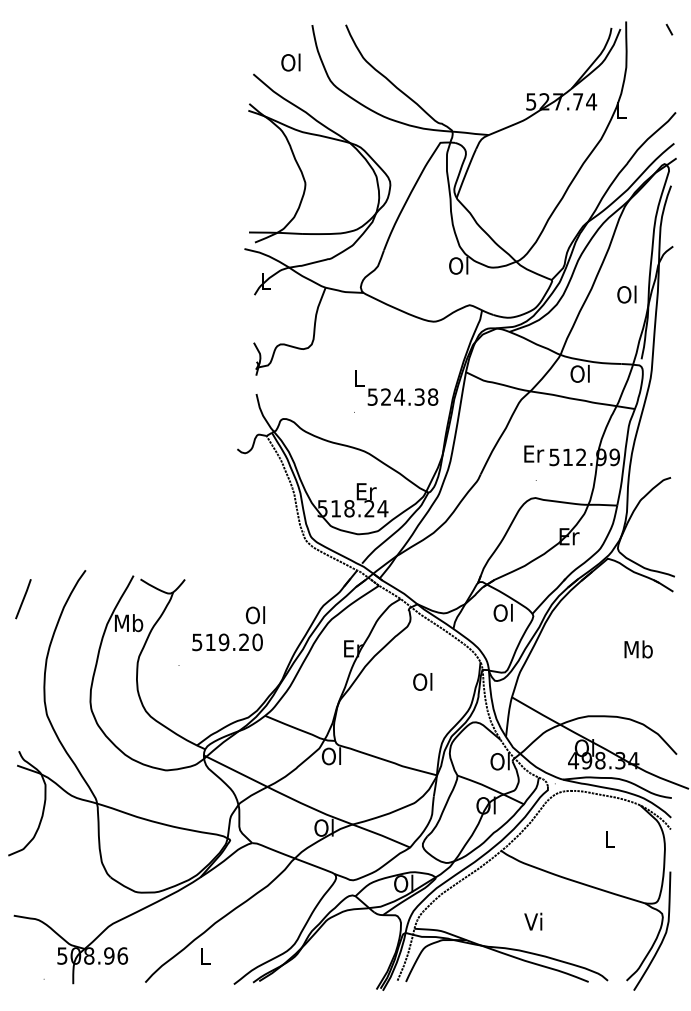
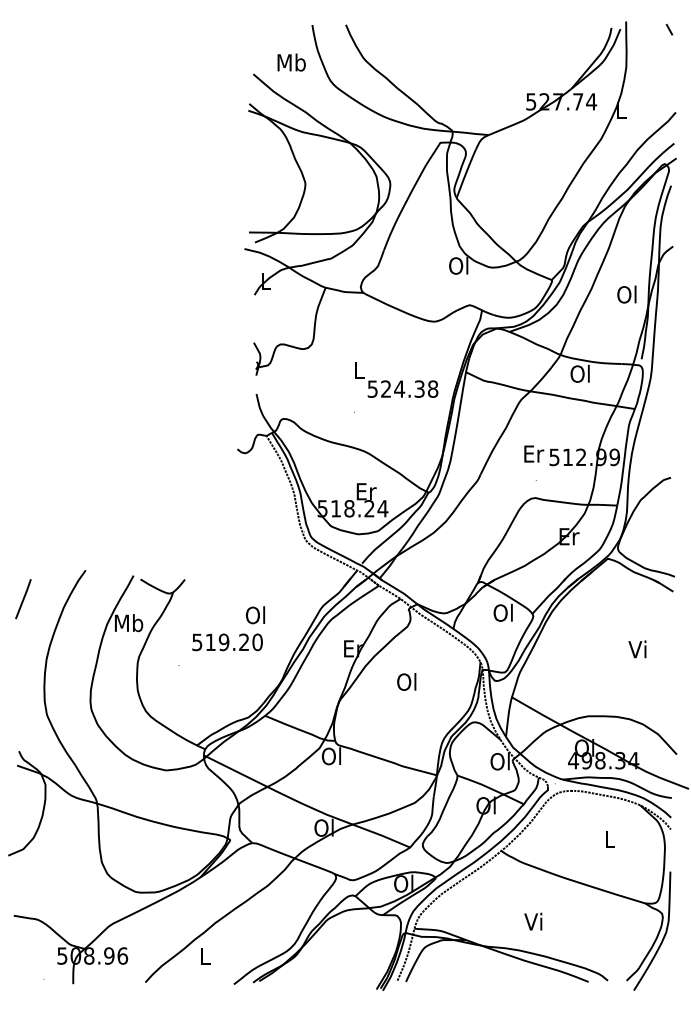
text at (291, 62): Ol -> Mb
text at (396, 387) position: (396, 387) -> (396, 379)
text at (638, 649): Mb -> Vi
text at (422, 681) position: (422, 681) -> (406, 681)
